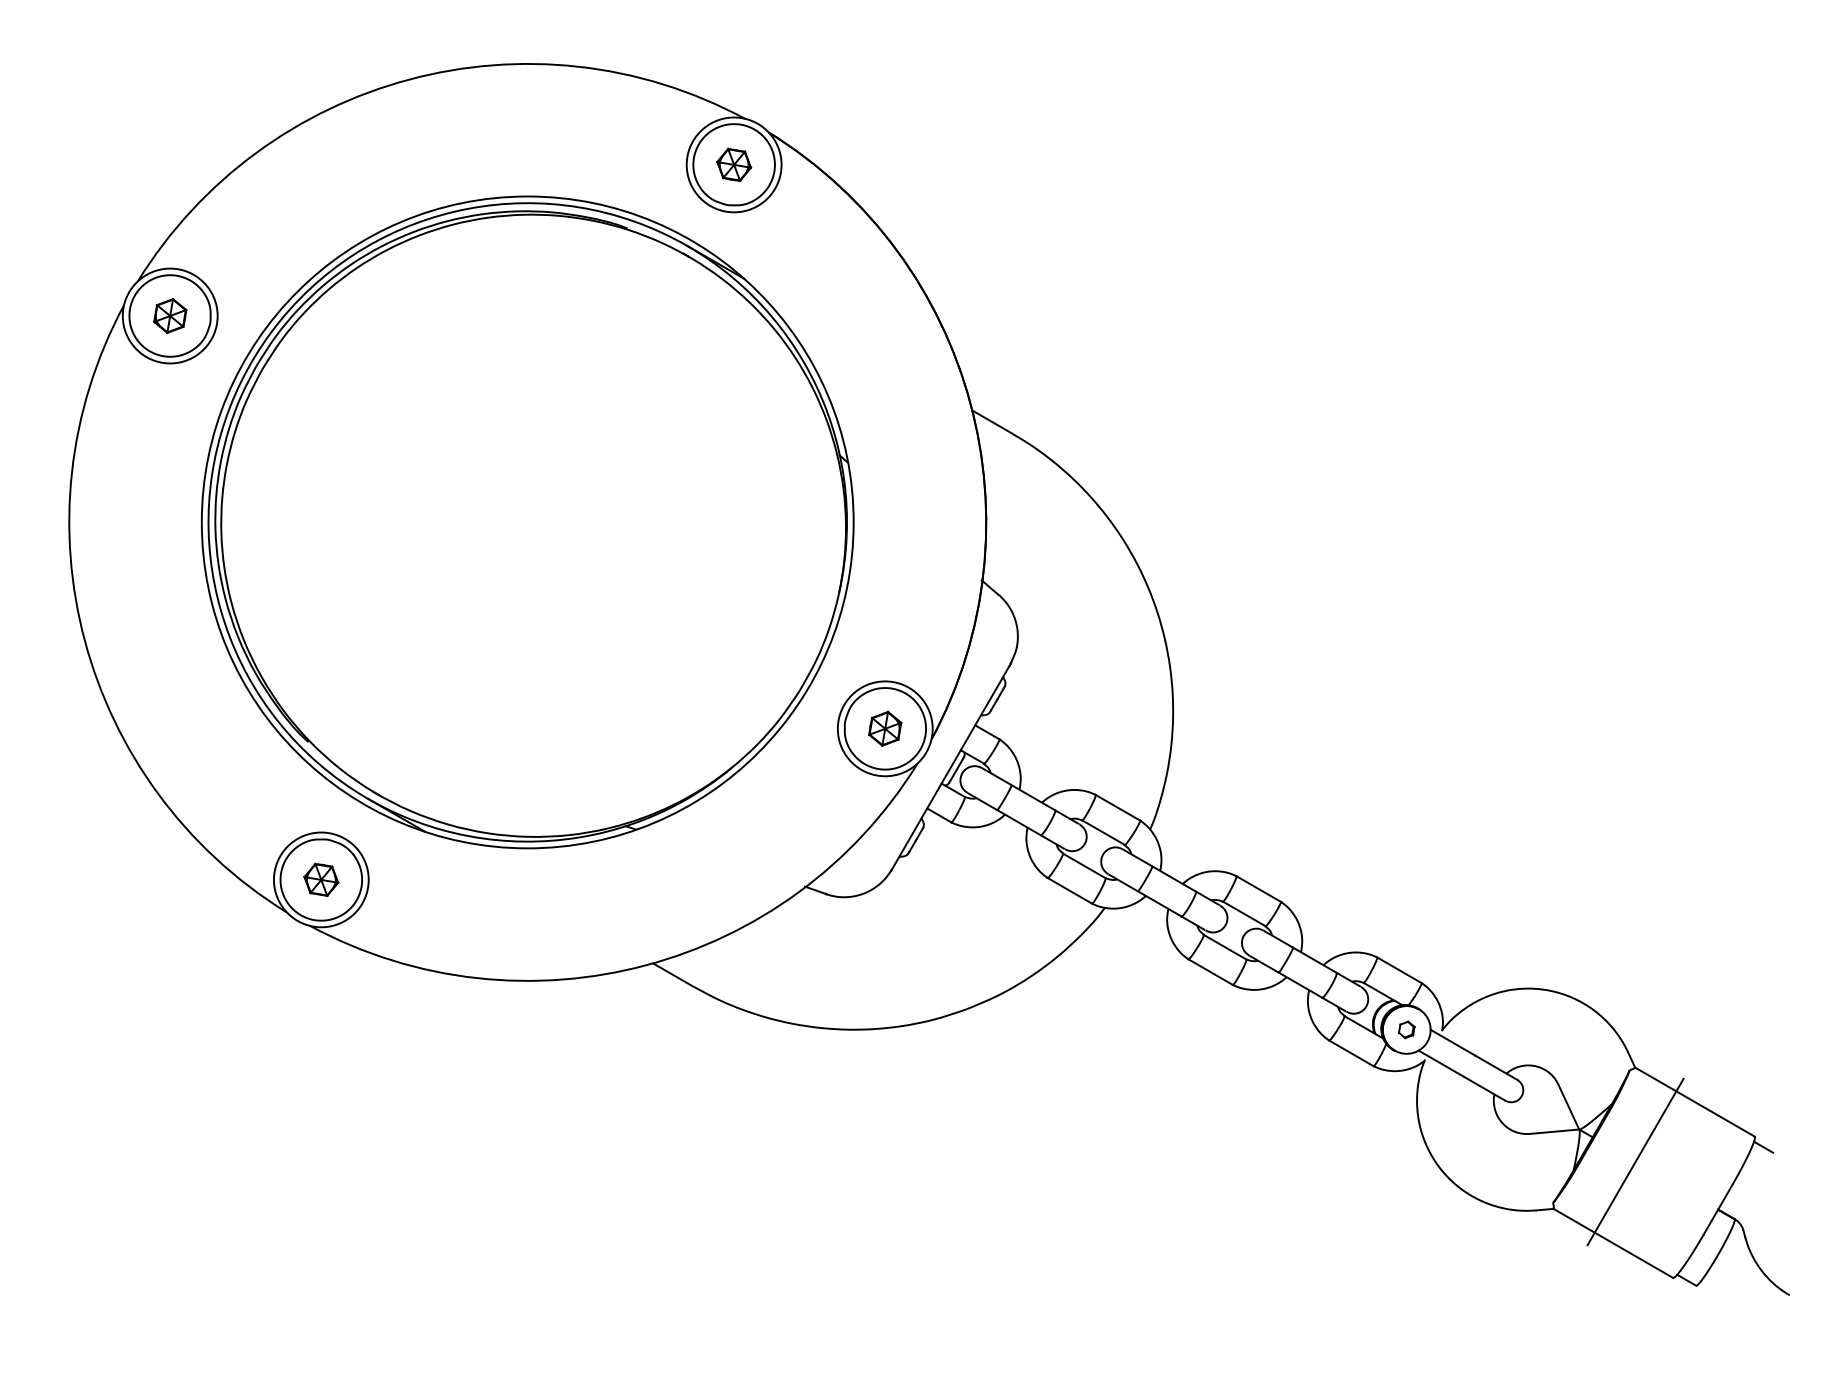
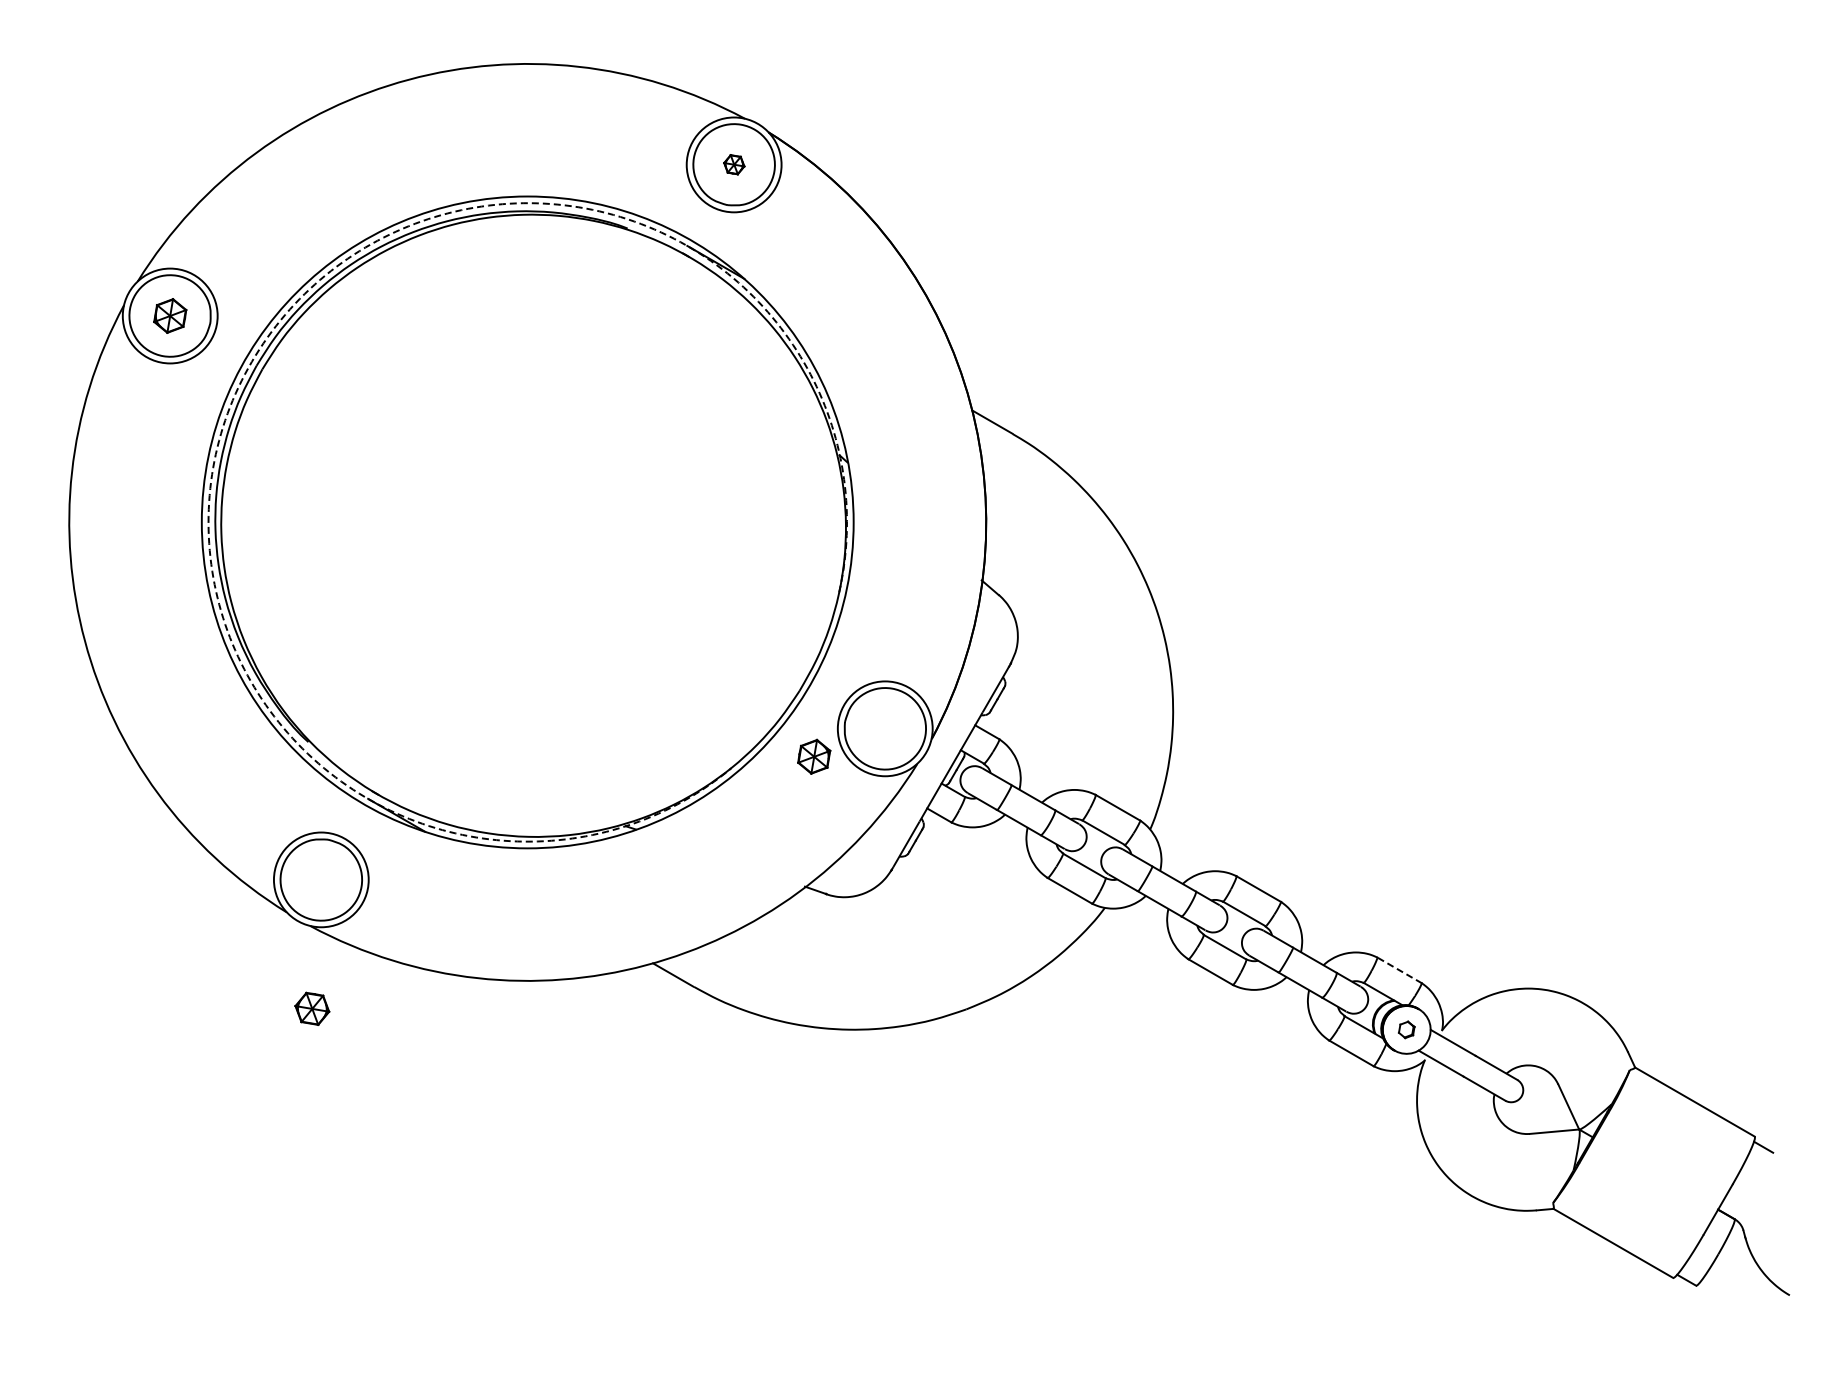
part at (734, 164) size: 37x35 px -> 23x22 px
arc at (255, 355): solid -> dashed
part at (885, 728) position: (885, 728) -> (814, 756)
part at (321, 879) position: (321, 879) -> (312, 1008)
line at (1399, 970): solid -> dashed
line at (1635, 1161): present -> none
